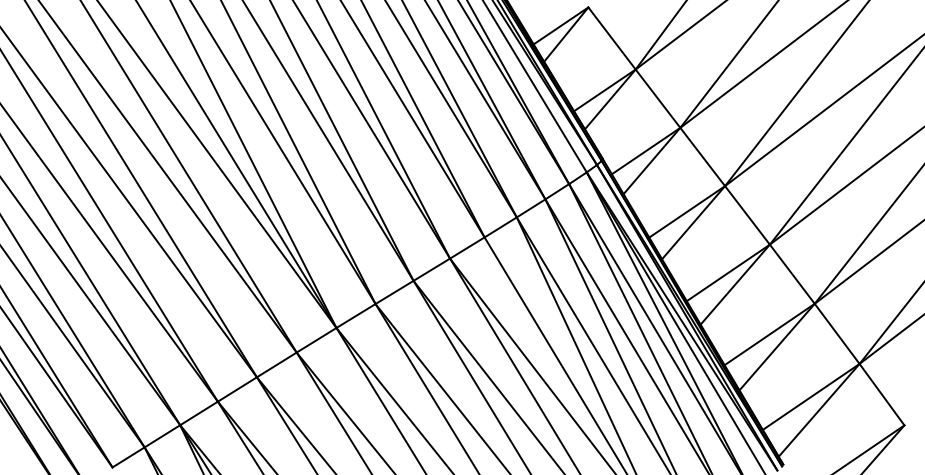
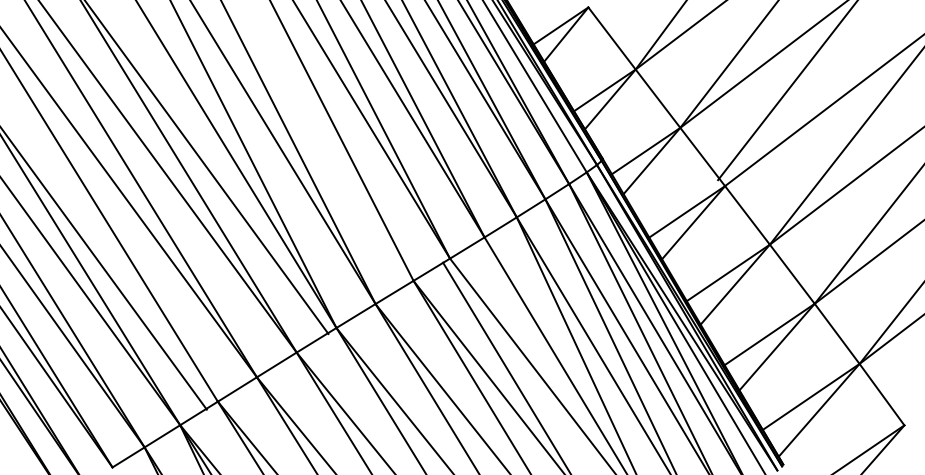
line at (796, 94) position: (796, 94) -> (787, 91)
line at (328, 141): present -> none
line at (217, 164) position: (217, 164) -> (207, 167)
line at (109, 253) position: (109, 253) -> (104, 269)
line at (514, 364) position: (514, 364) -> (506, 366)
